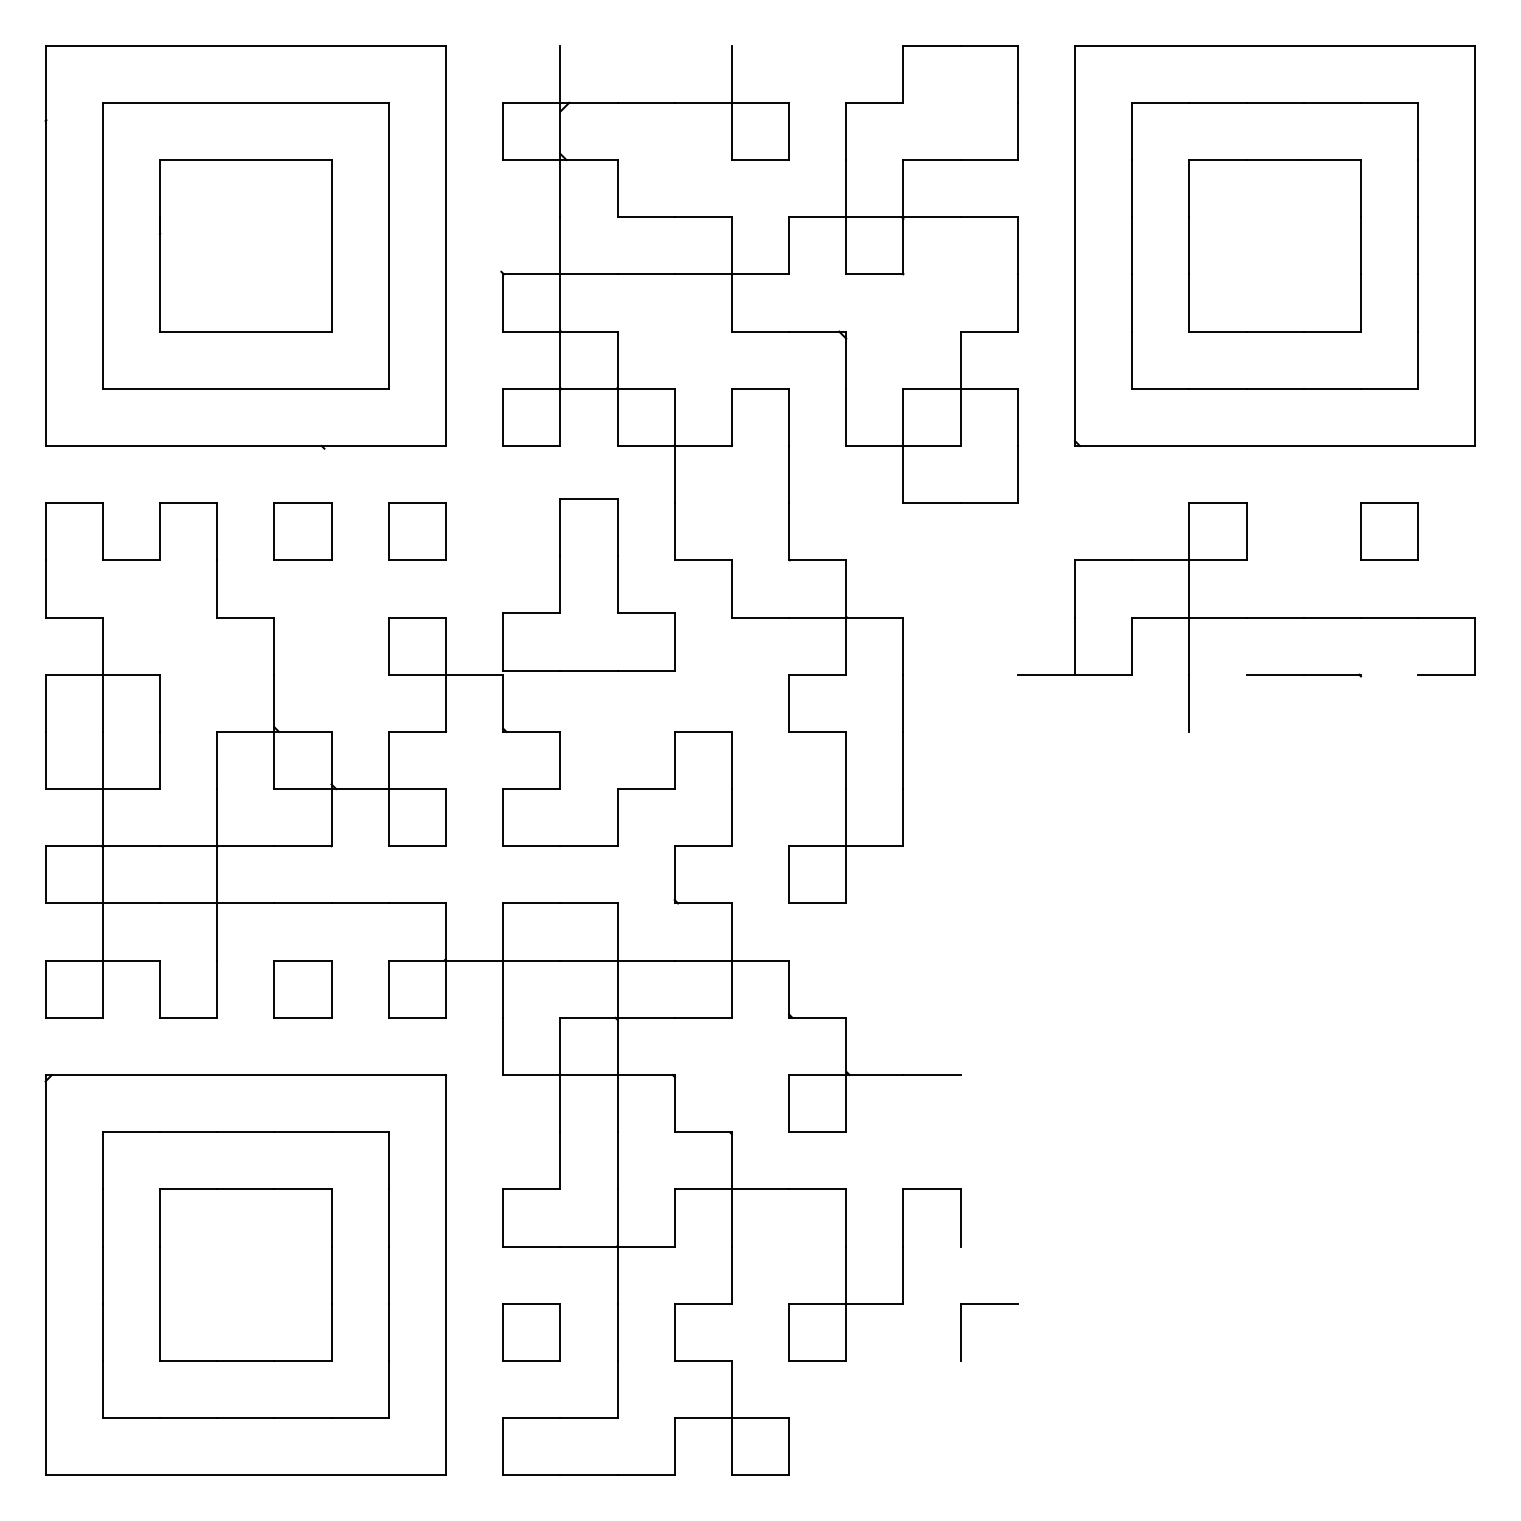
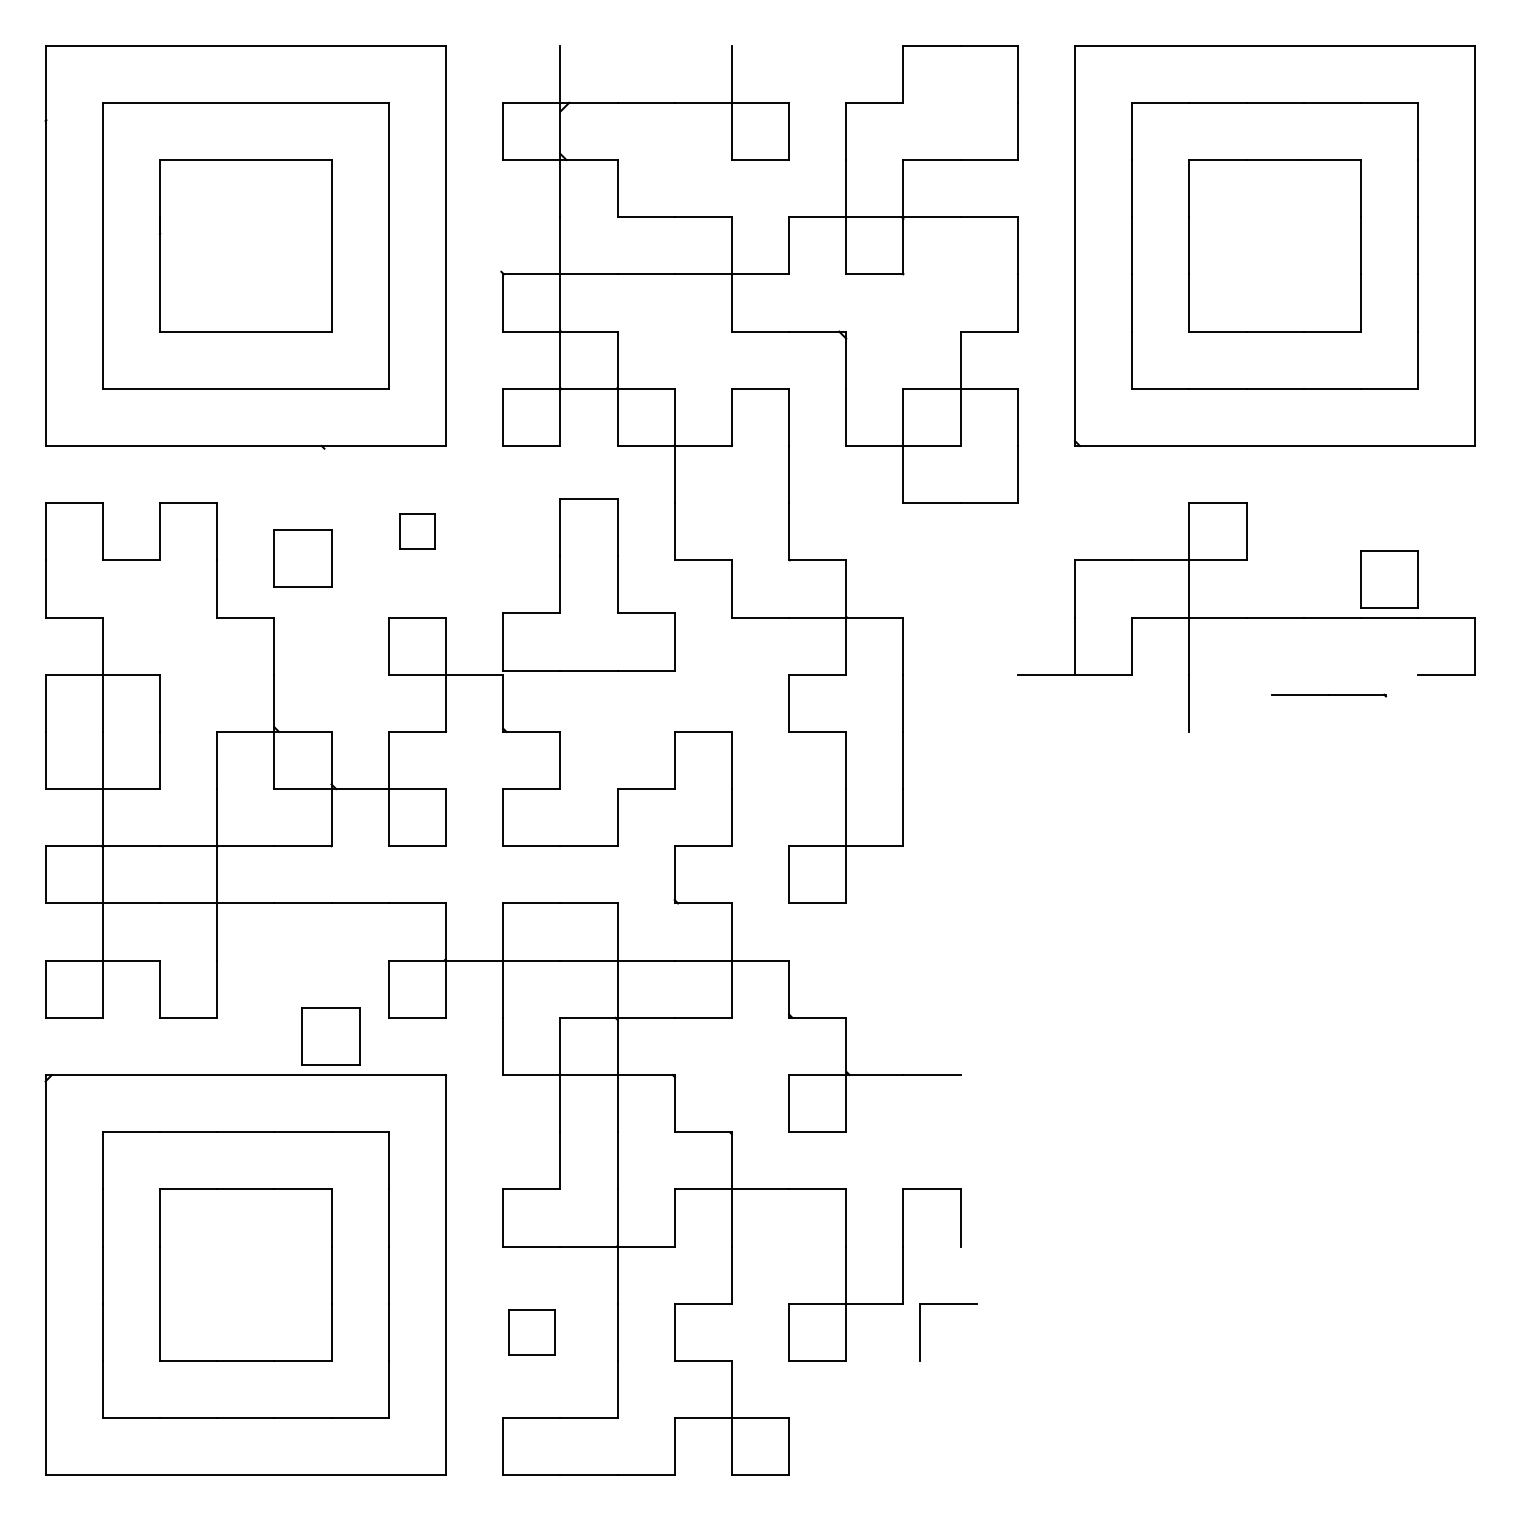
part at (302, 531) position: (302, 531) -> (302, 558)
part at (417, 531) size: 59x59 px -> 37x37 px
part at (1389, 531) position: (1389, 531) -> (1389, 579)
part at (1304, 675) position: (1304, 675) -> (1329, 695)
part at (302, 989) position: (302, 989) -> (330, 1036)
part at (989, 1304) position: (989, 1304) -> (948, 1304)
part at (531, 1332) size: 59x59 px -> 48x47 px
